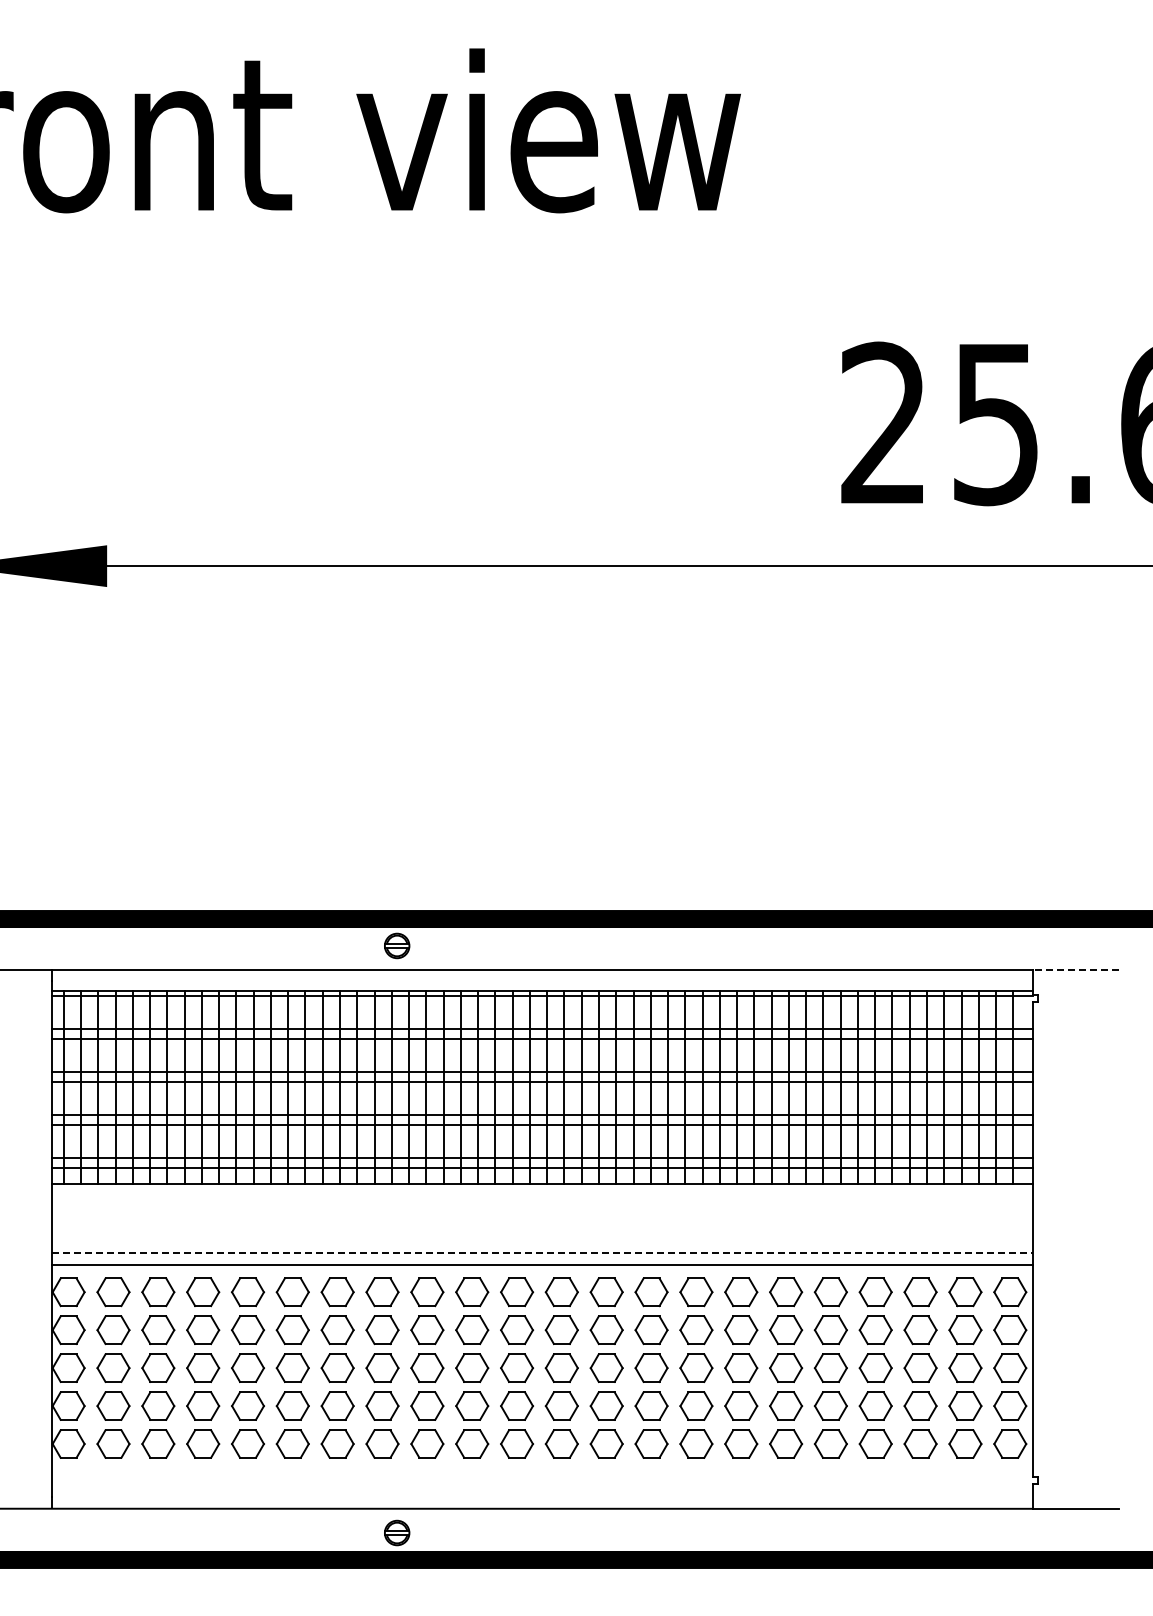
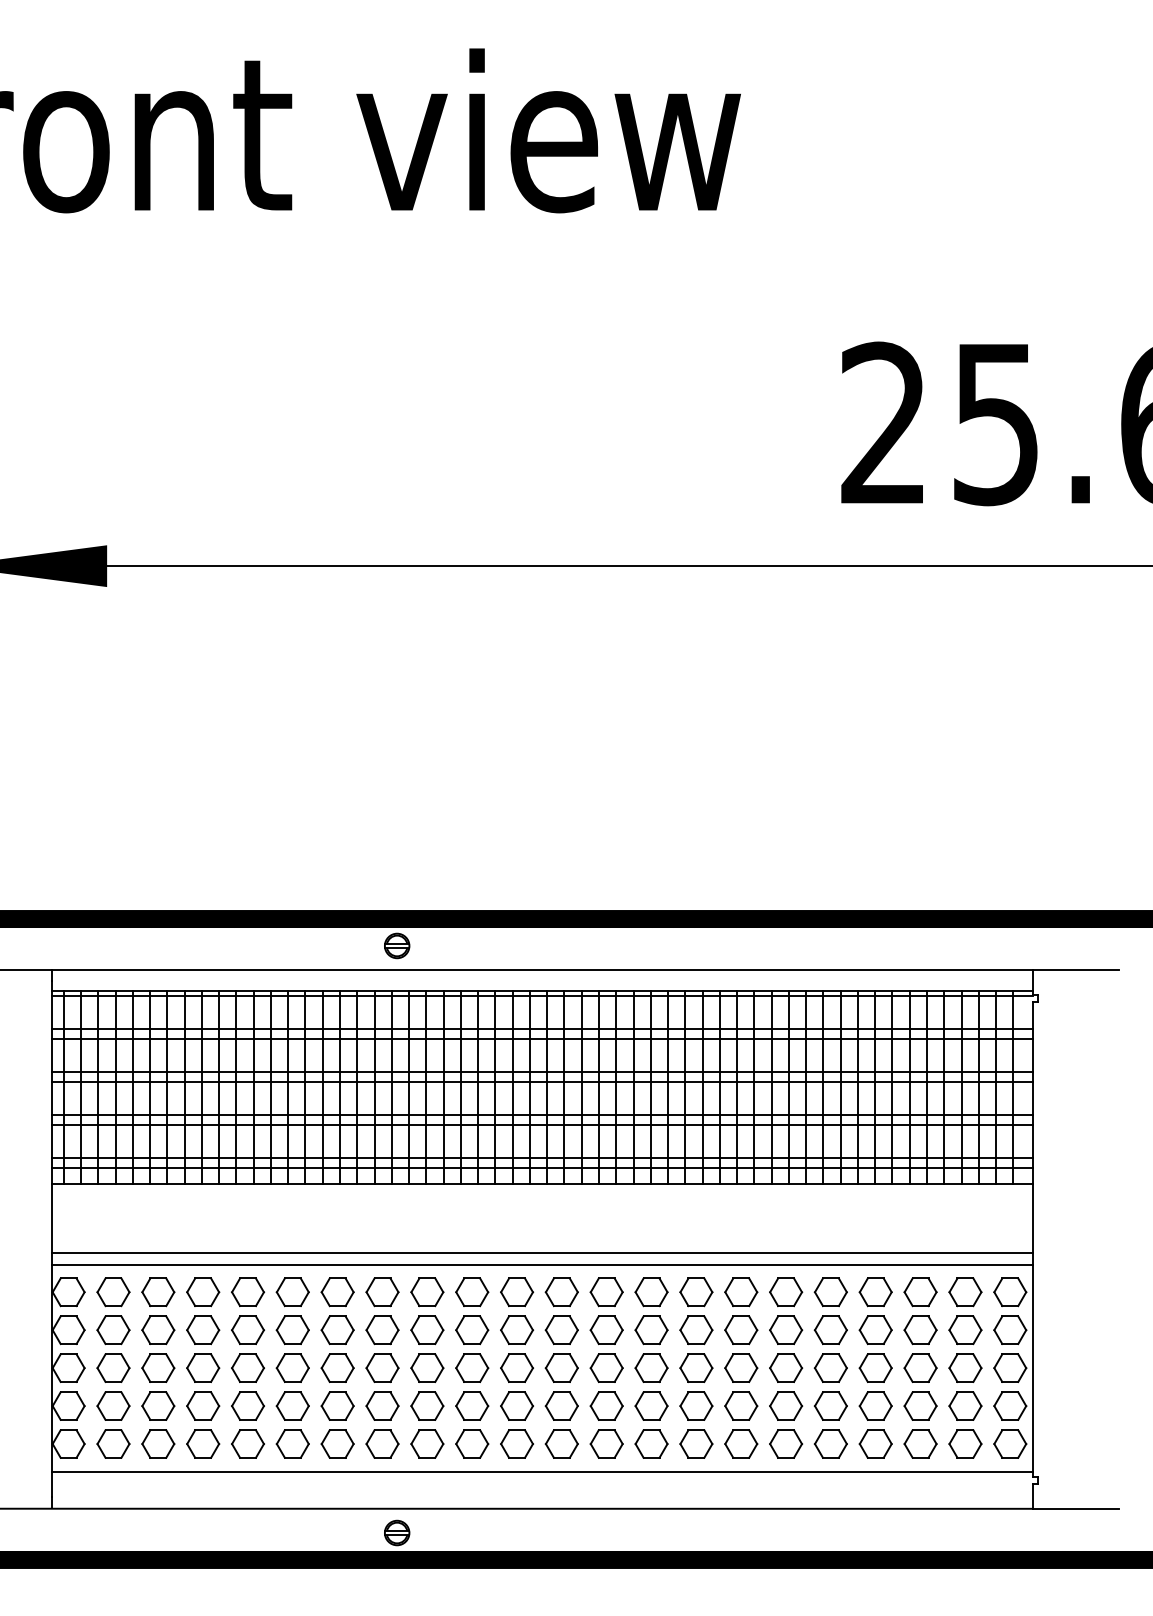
line at (1075, 970): dashed -> solid
line at (542, 1252): dashed -> solid
line at (541, 1471): none -> present
